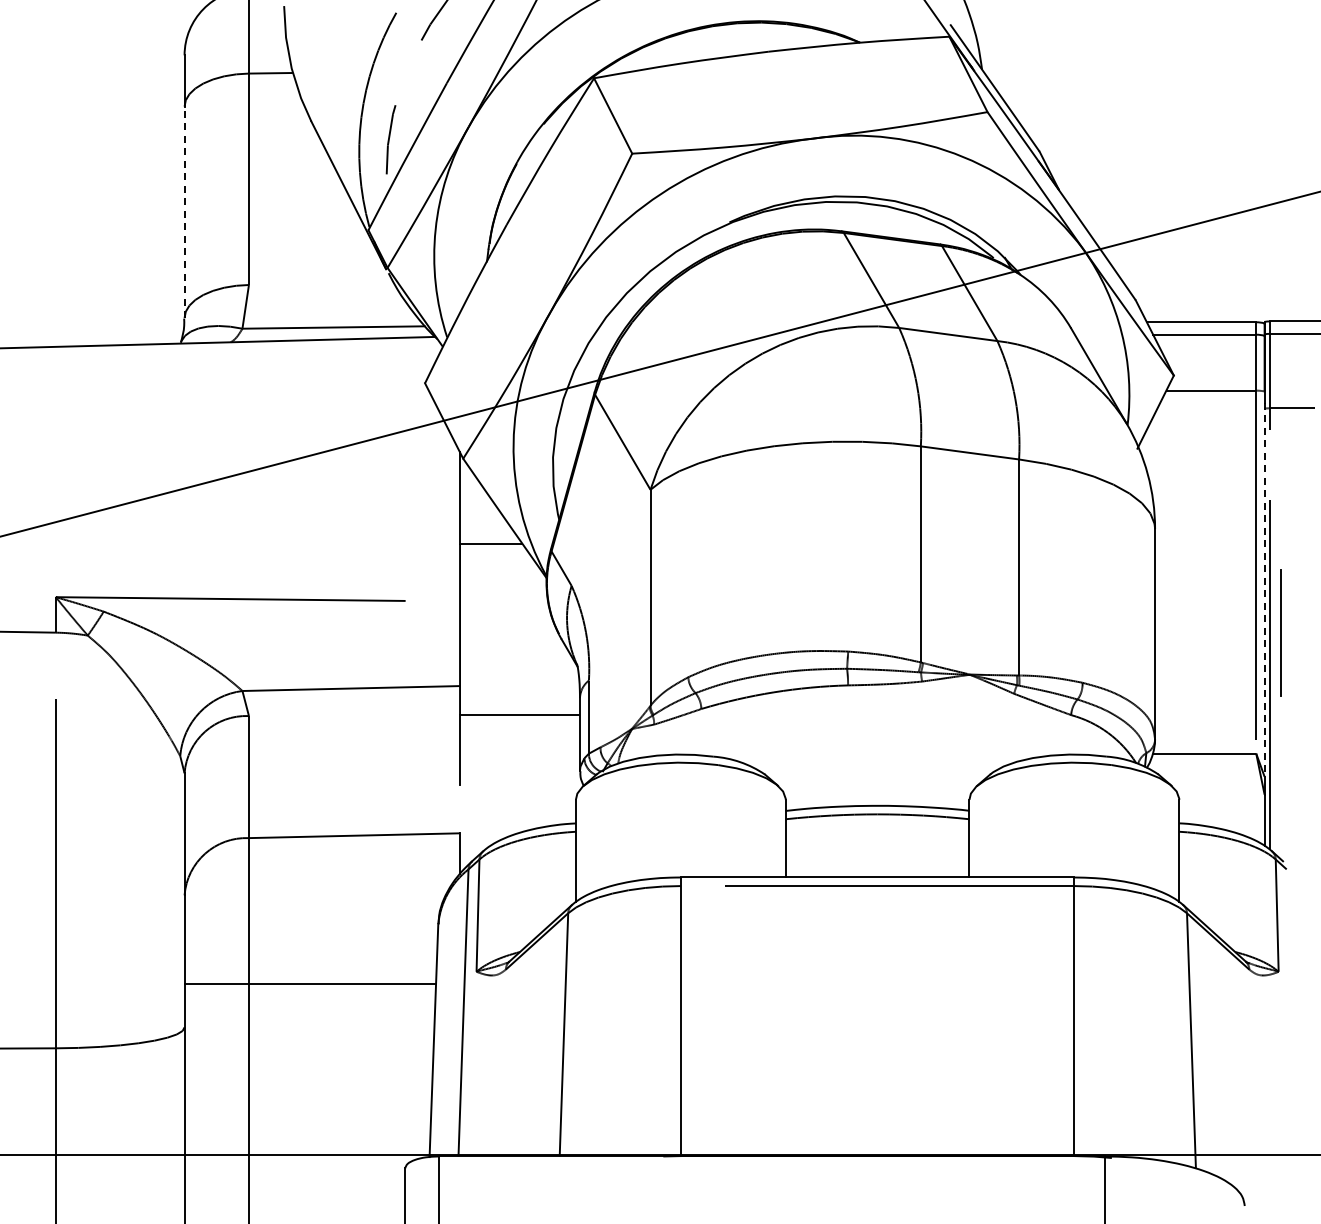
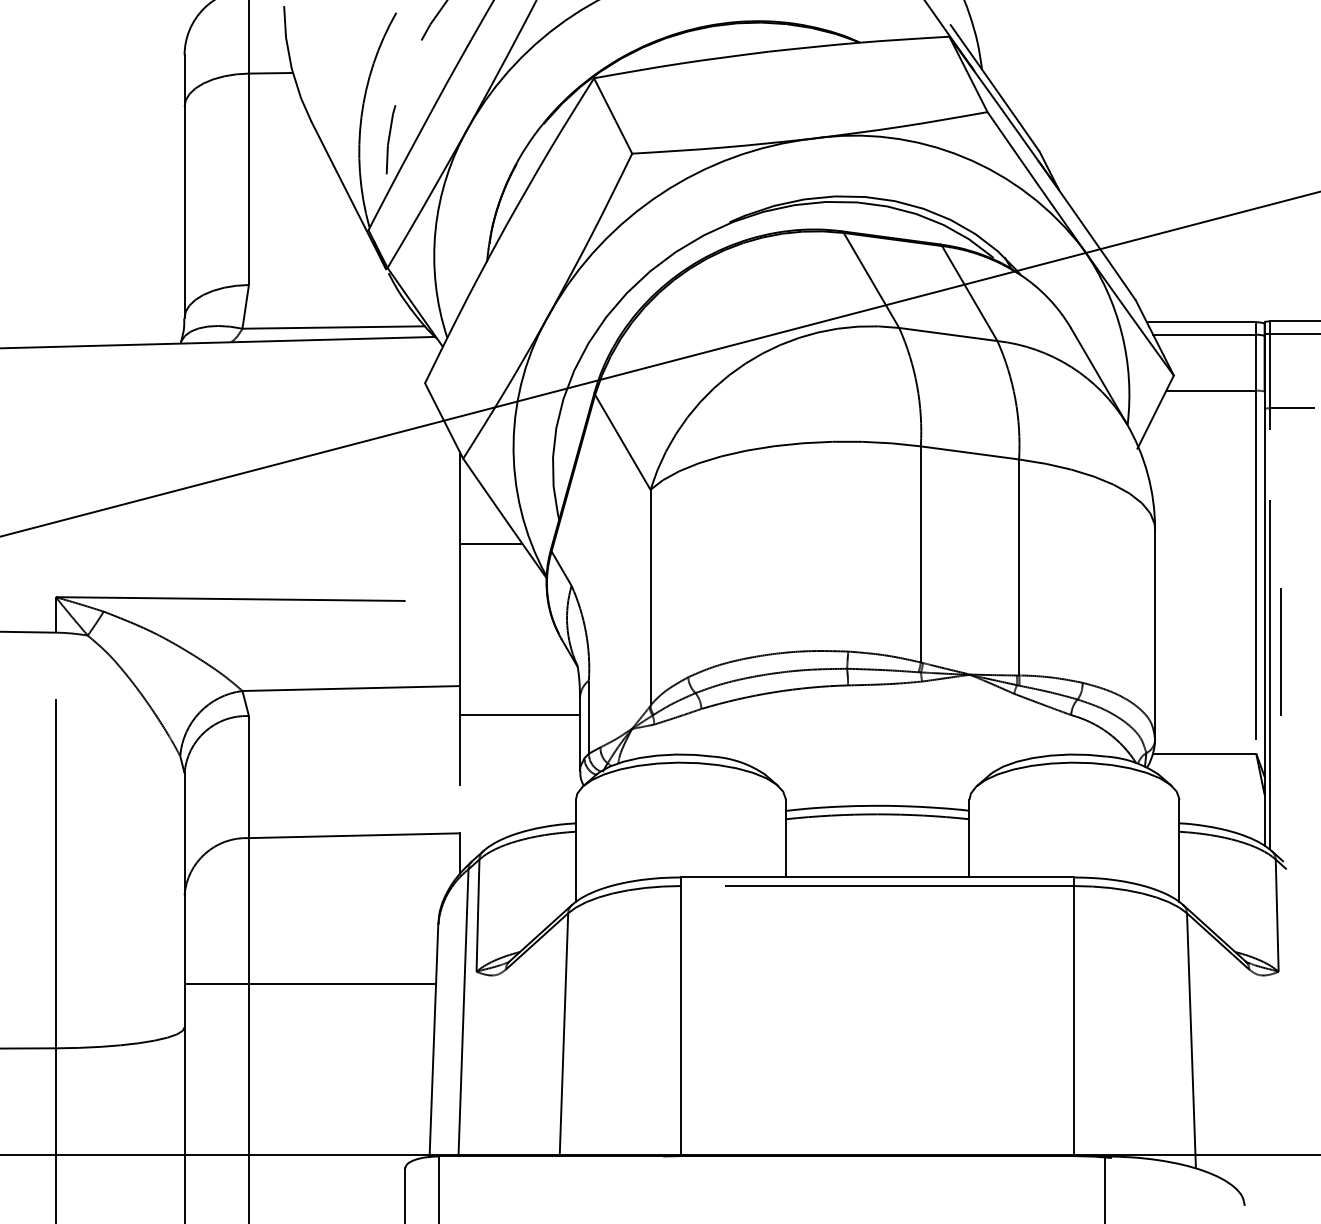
line at (184, 212): dashed -> solid
line at (1264, 590): dashed -> solid
line at (1280, 632) position: (1280, 632) -> (1280, 651)
